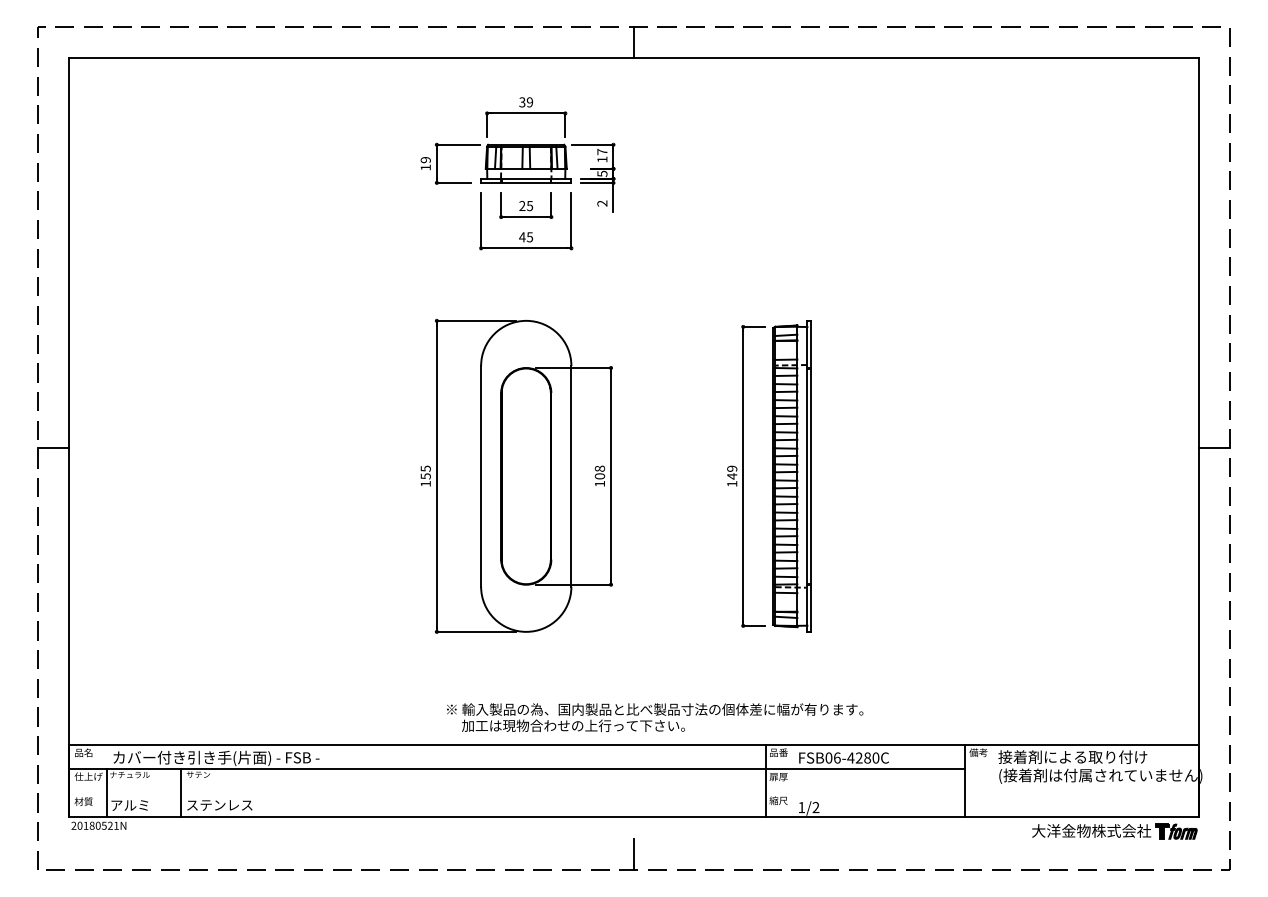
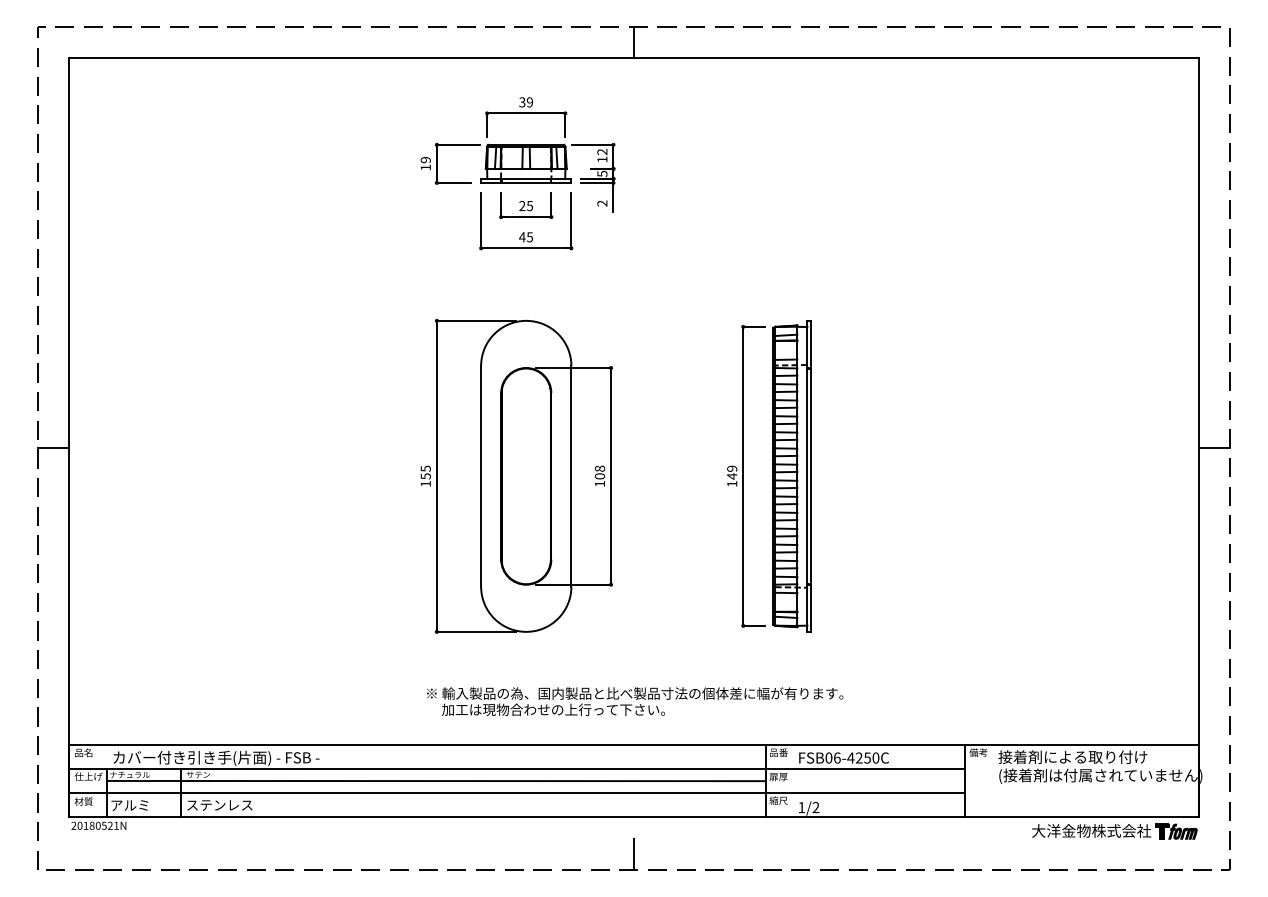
text at (602, 152): 17 -> 12
text at (655, 717) position: (655, 717) -> (635, 701)
text at (867, 757): FSB06-4280C -> FSB06-4250C
line at (436, 780): none -> present
line at (516, 793): none -> present
